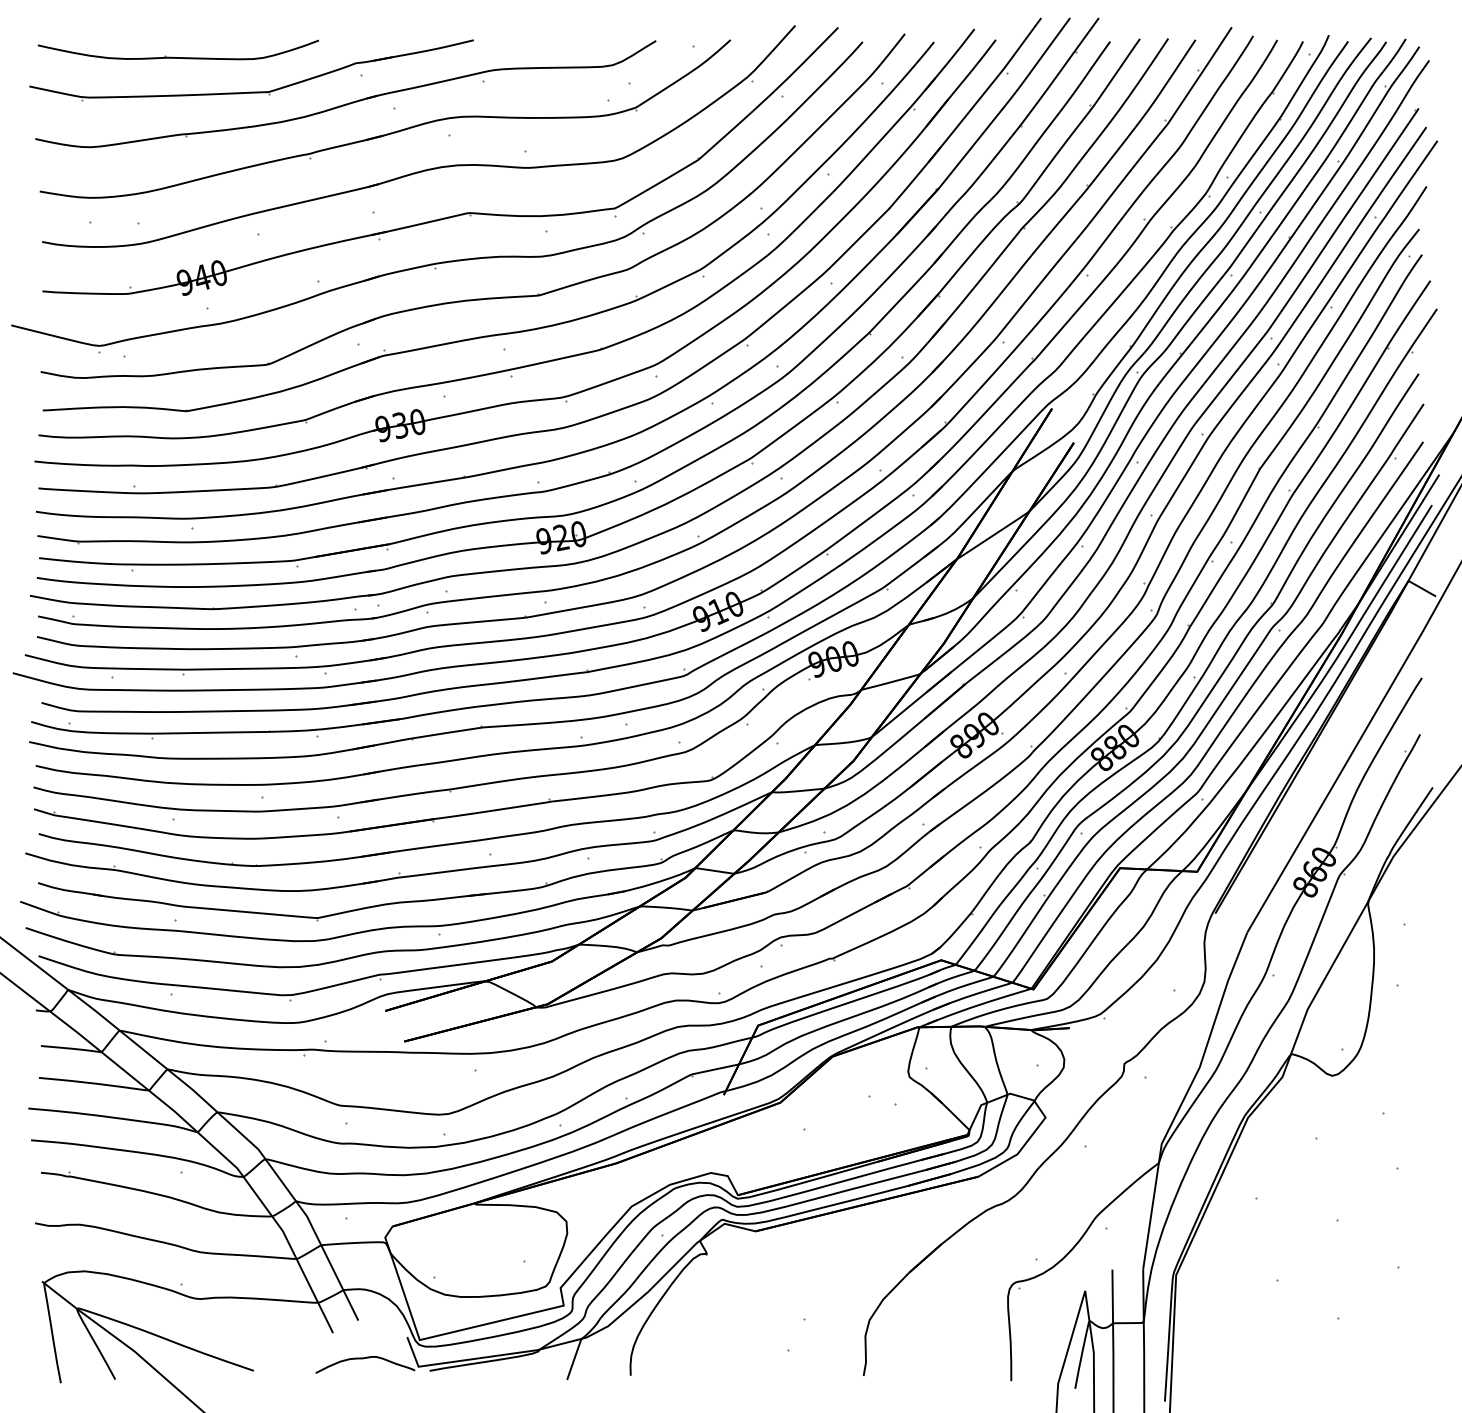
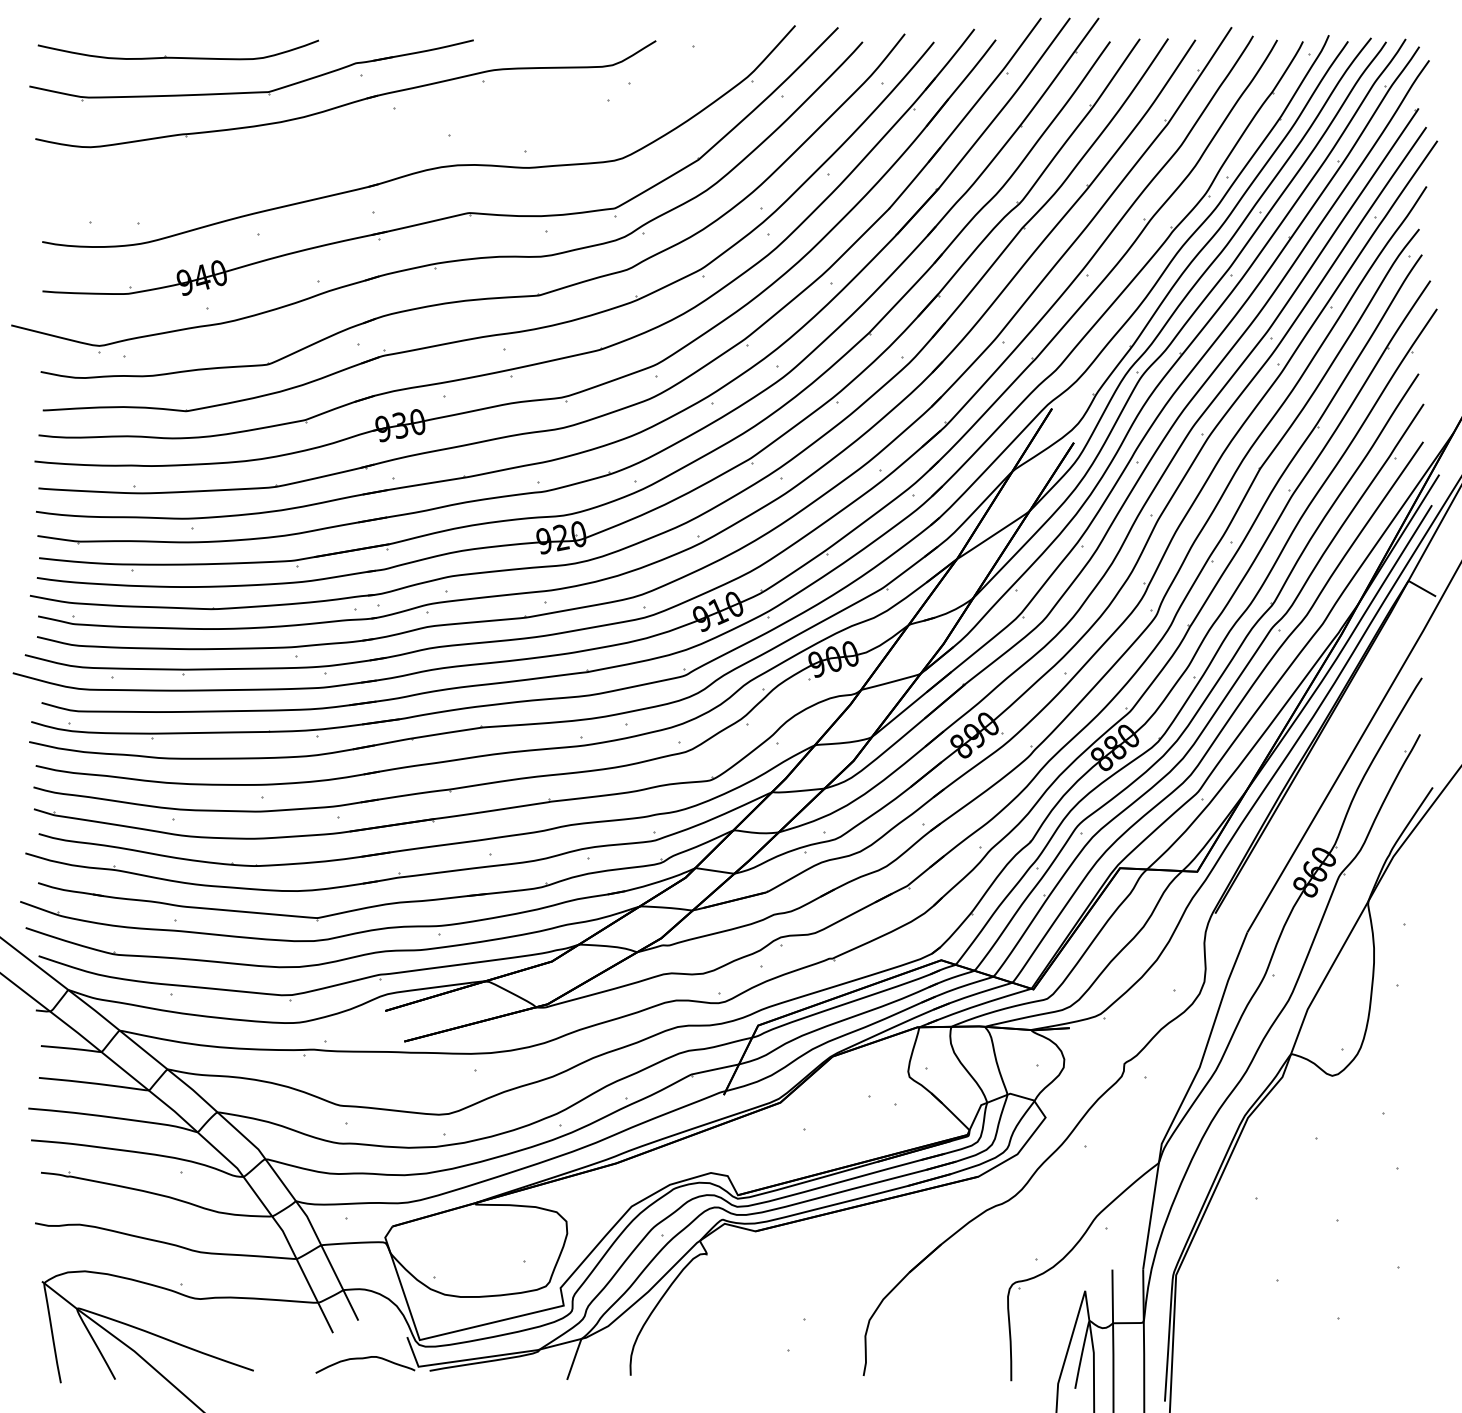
part at (390, 132): present -> none
